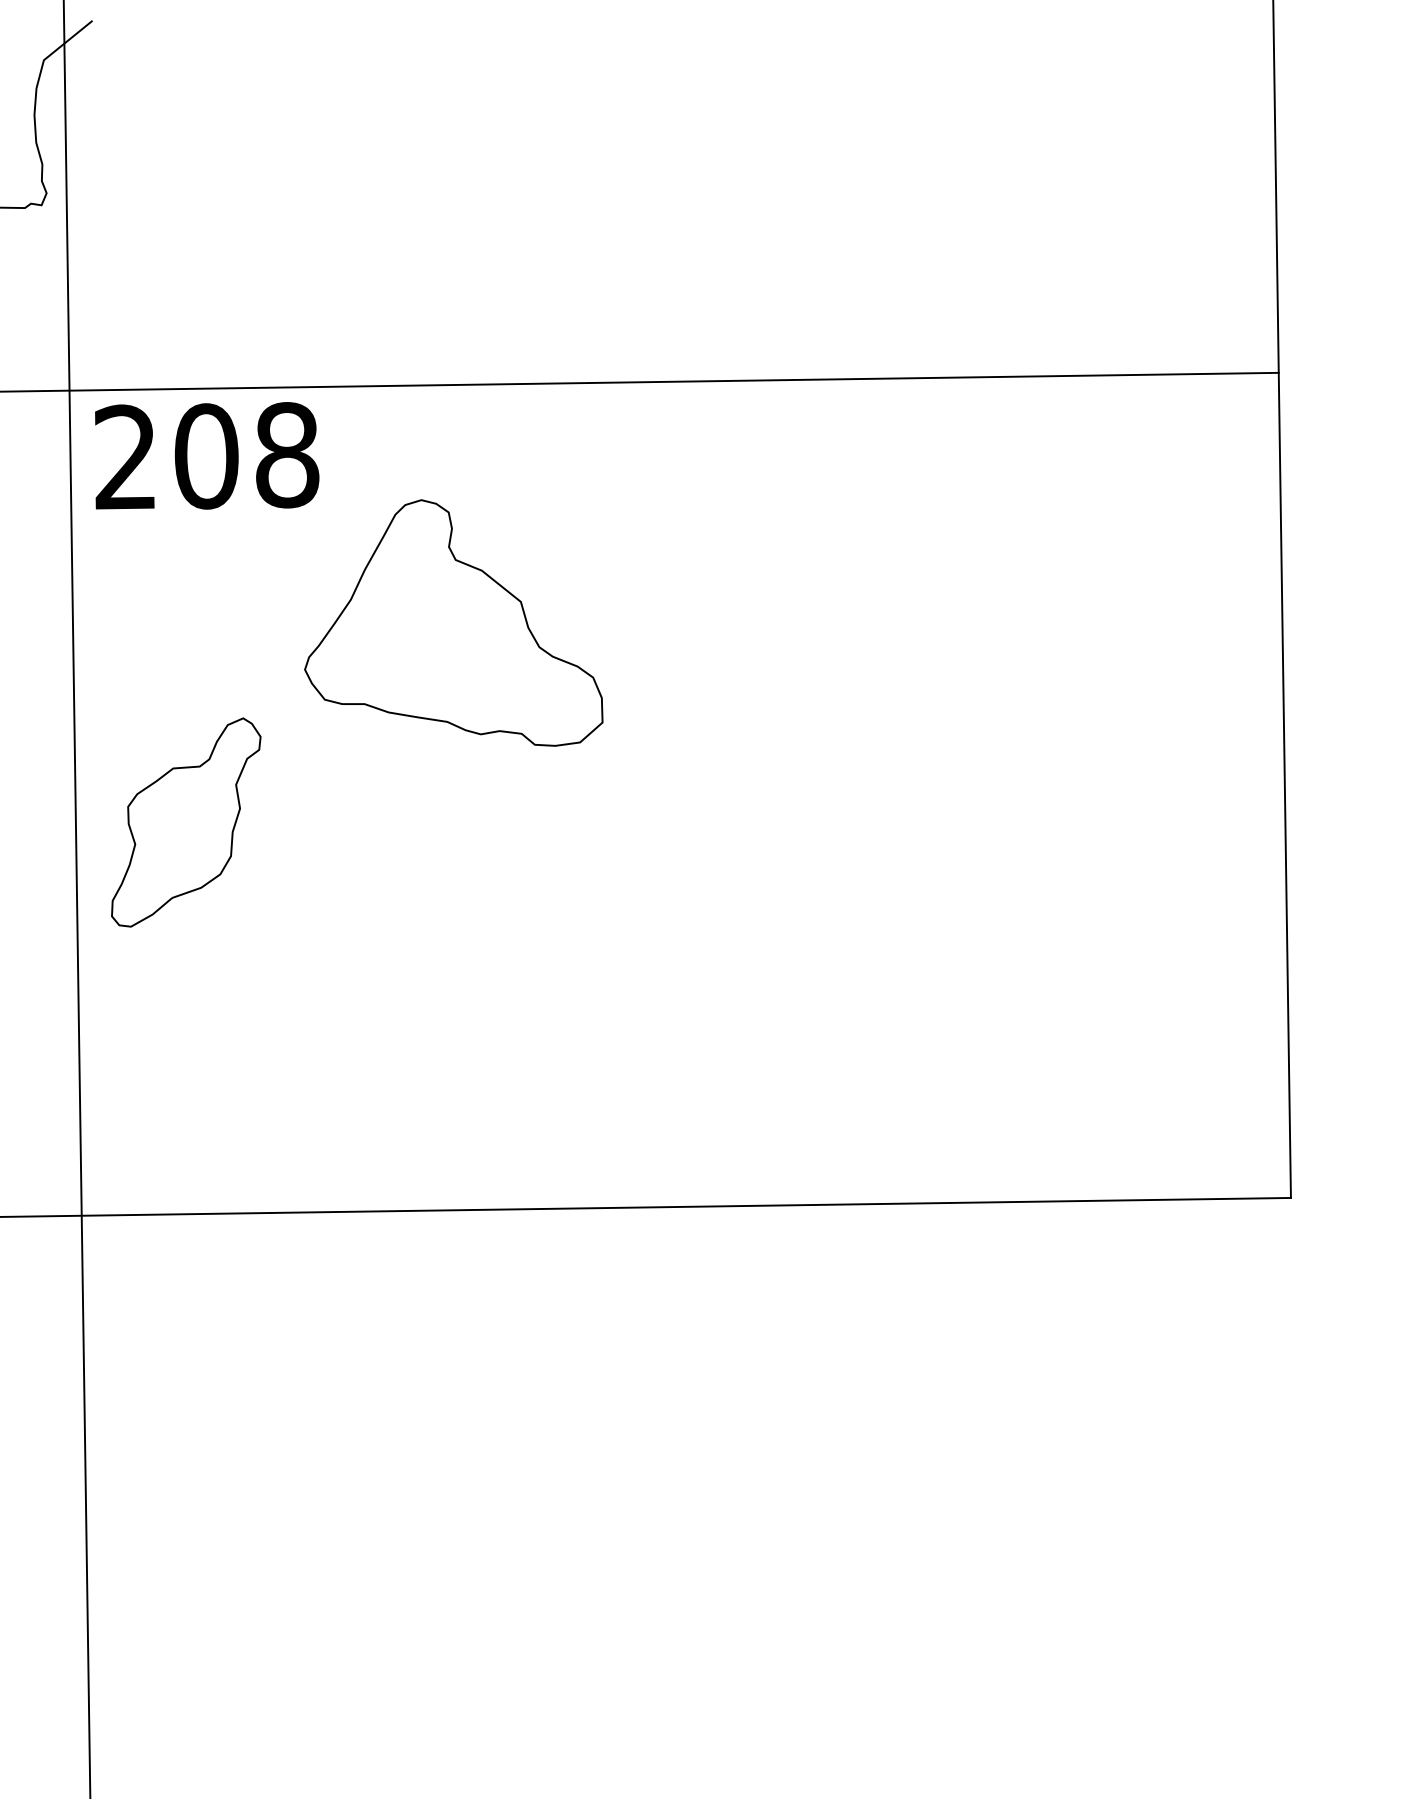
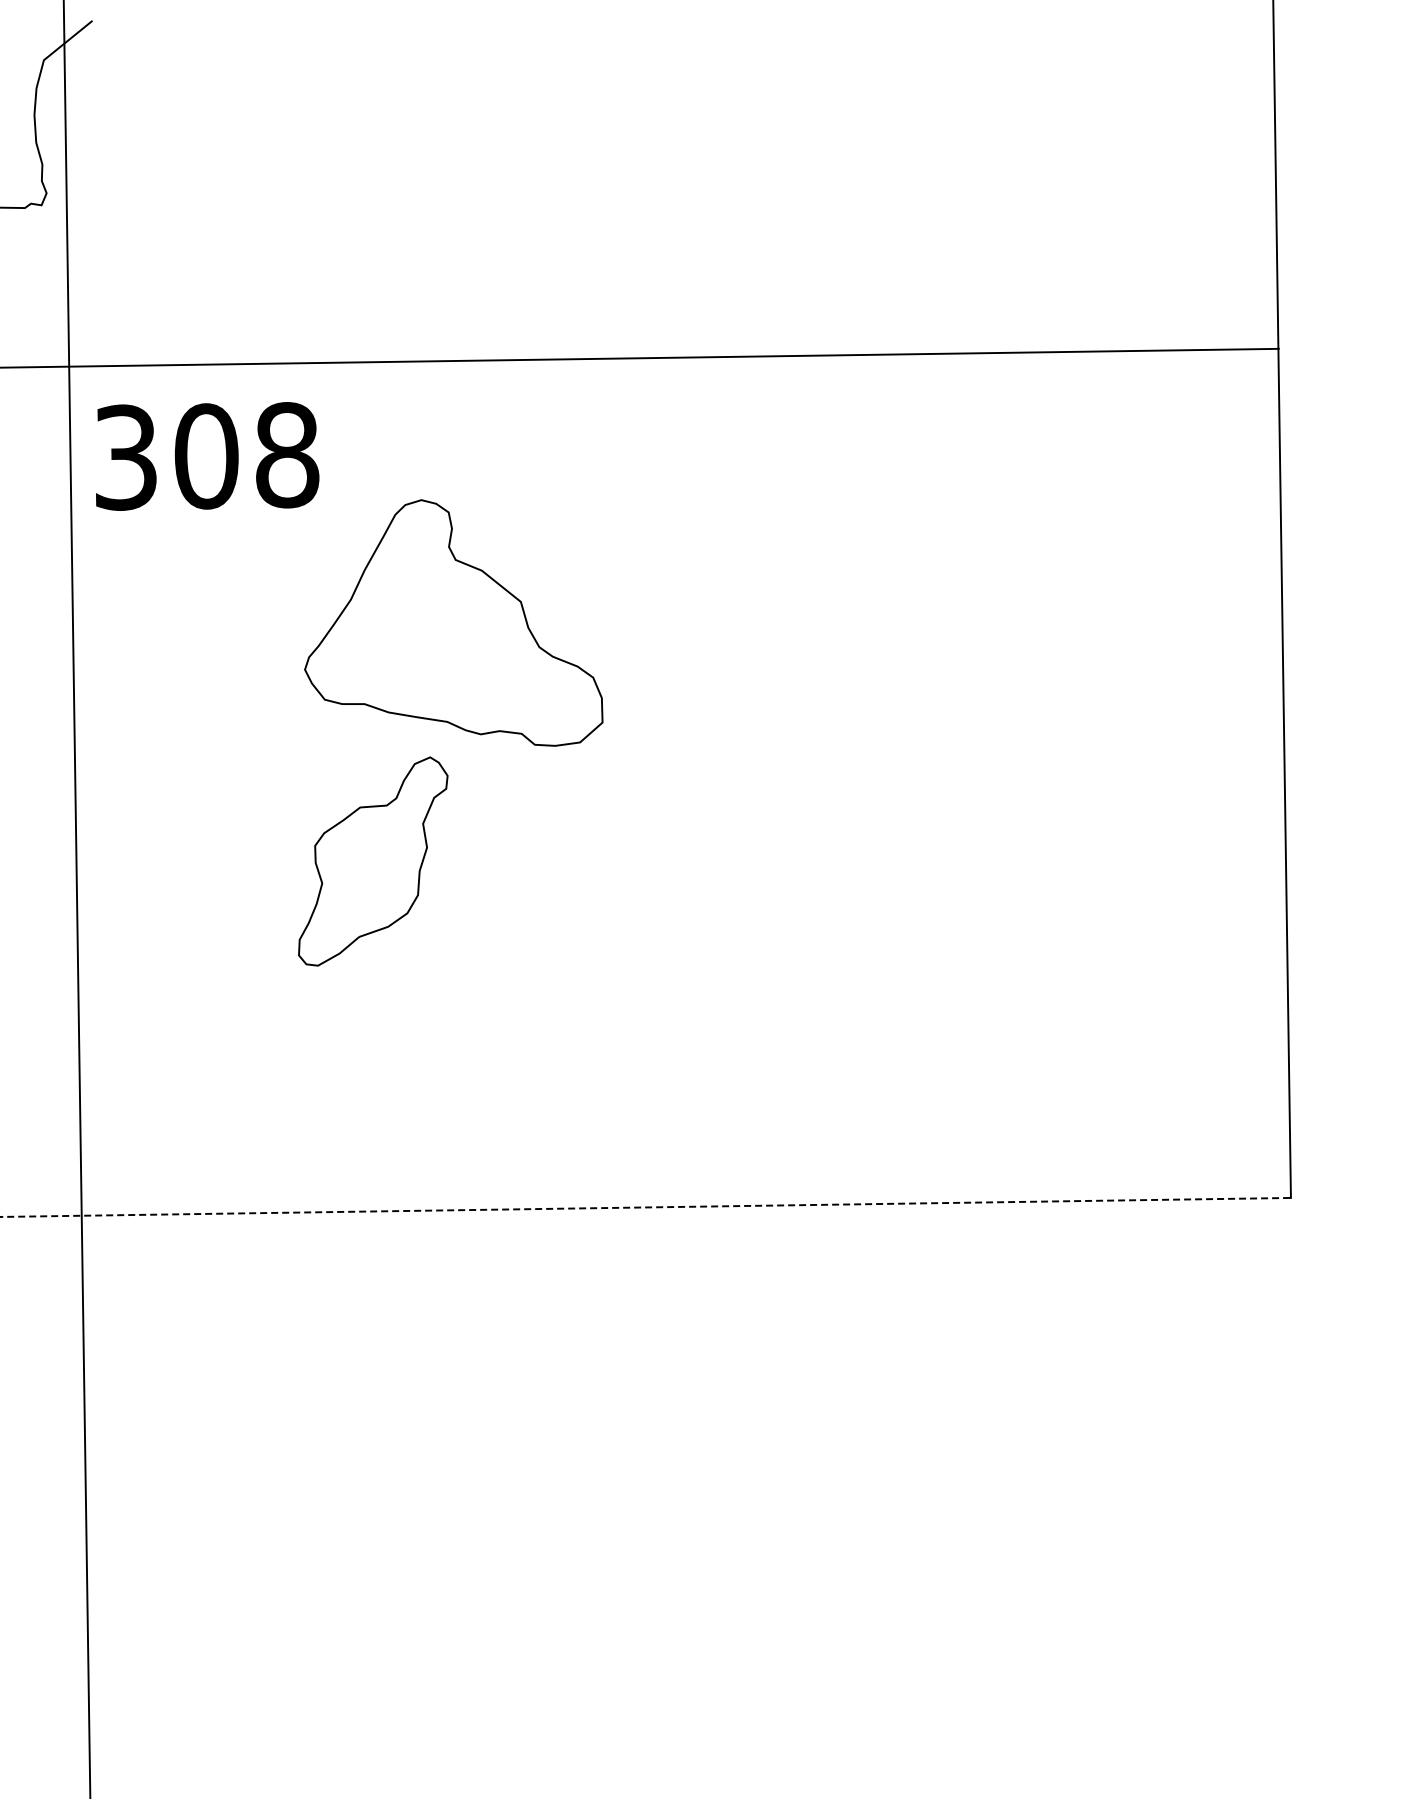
line at (640, 381) position: (640, 381) -> (640, 357)
text at (125, 457): 208 -> 308
part at (186, 822) position: (186, 822) -> (373, 861)
line at (645, 1207): solid -> dashed
